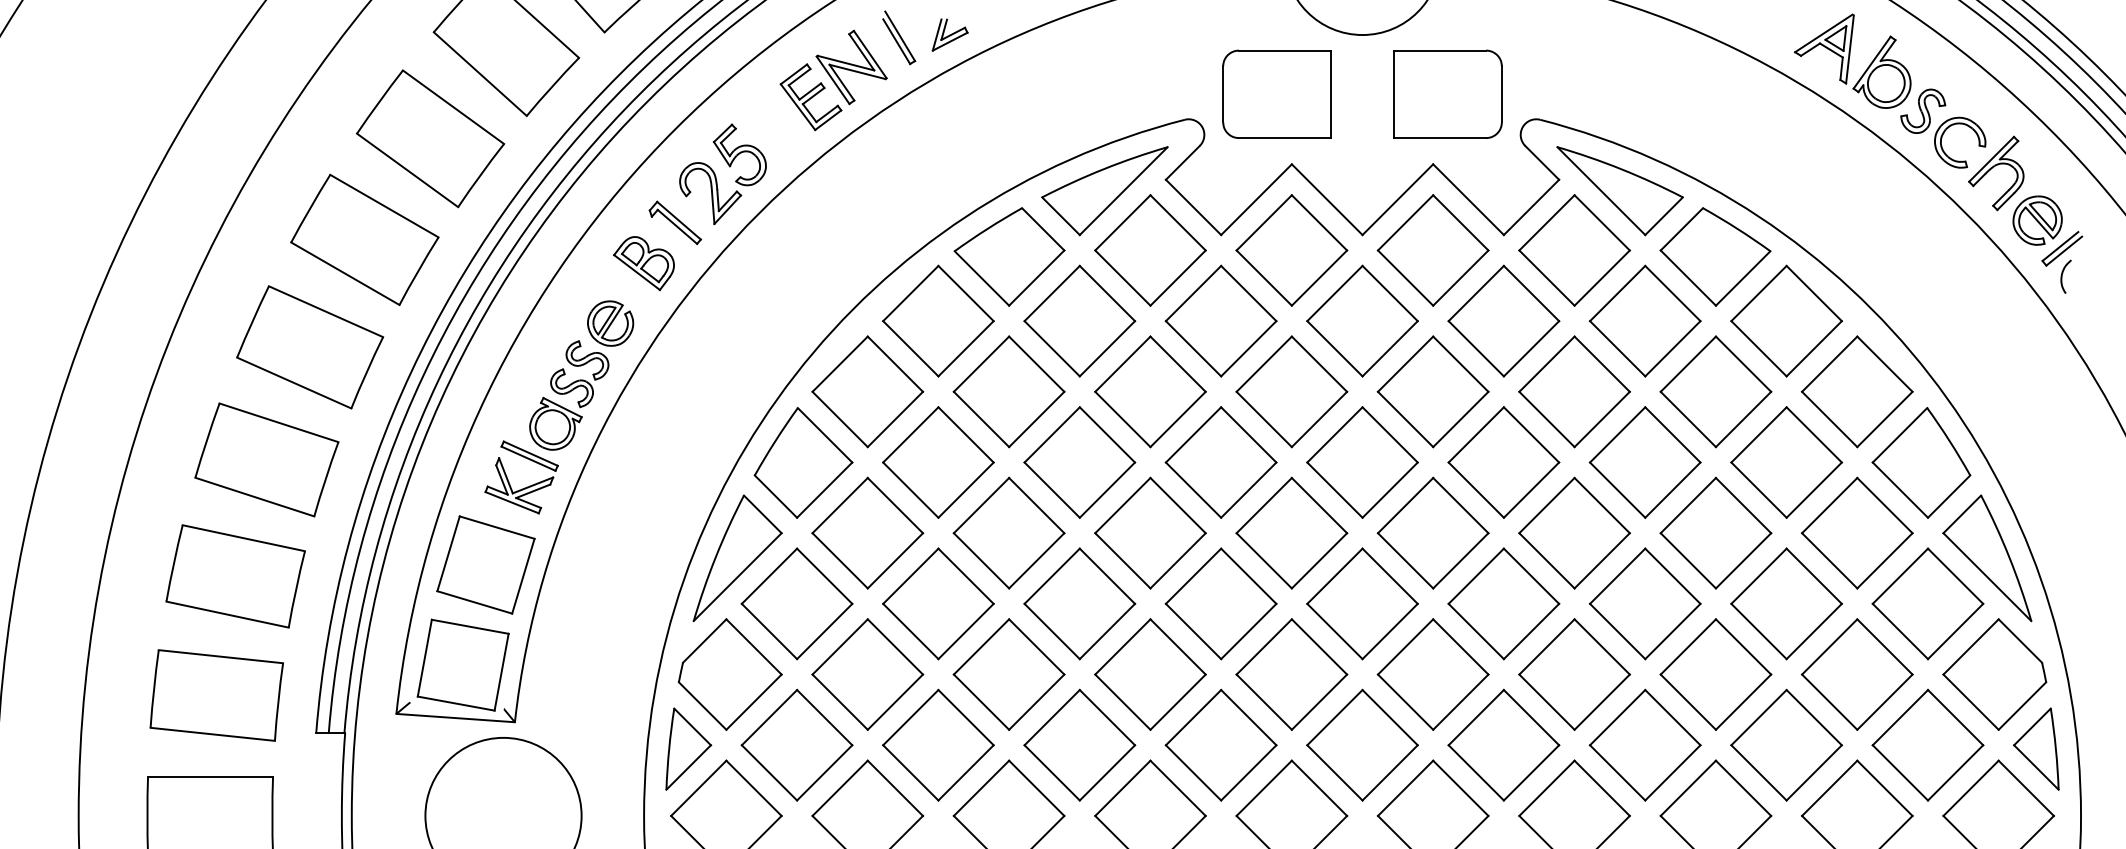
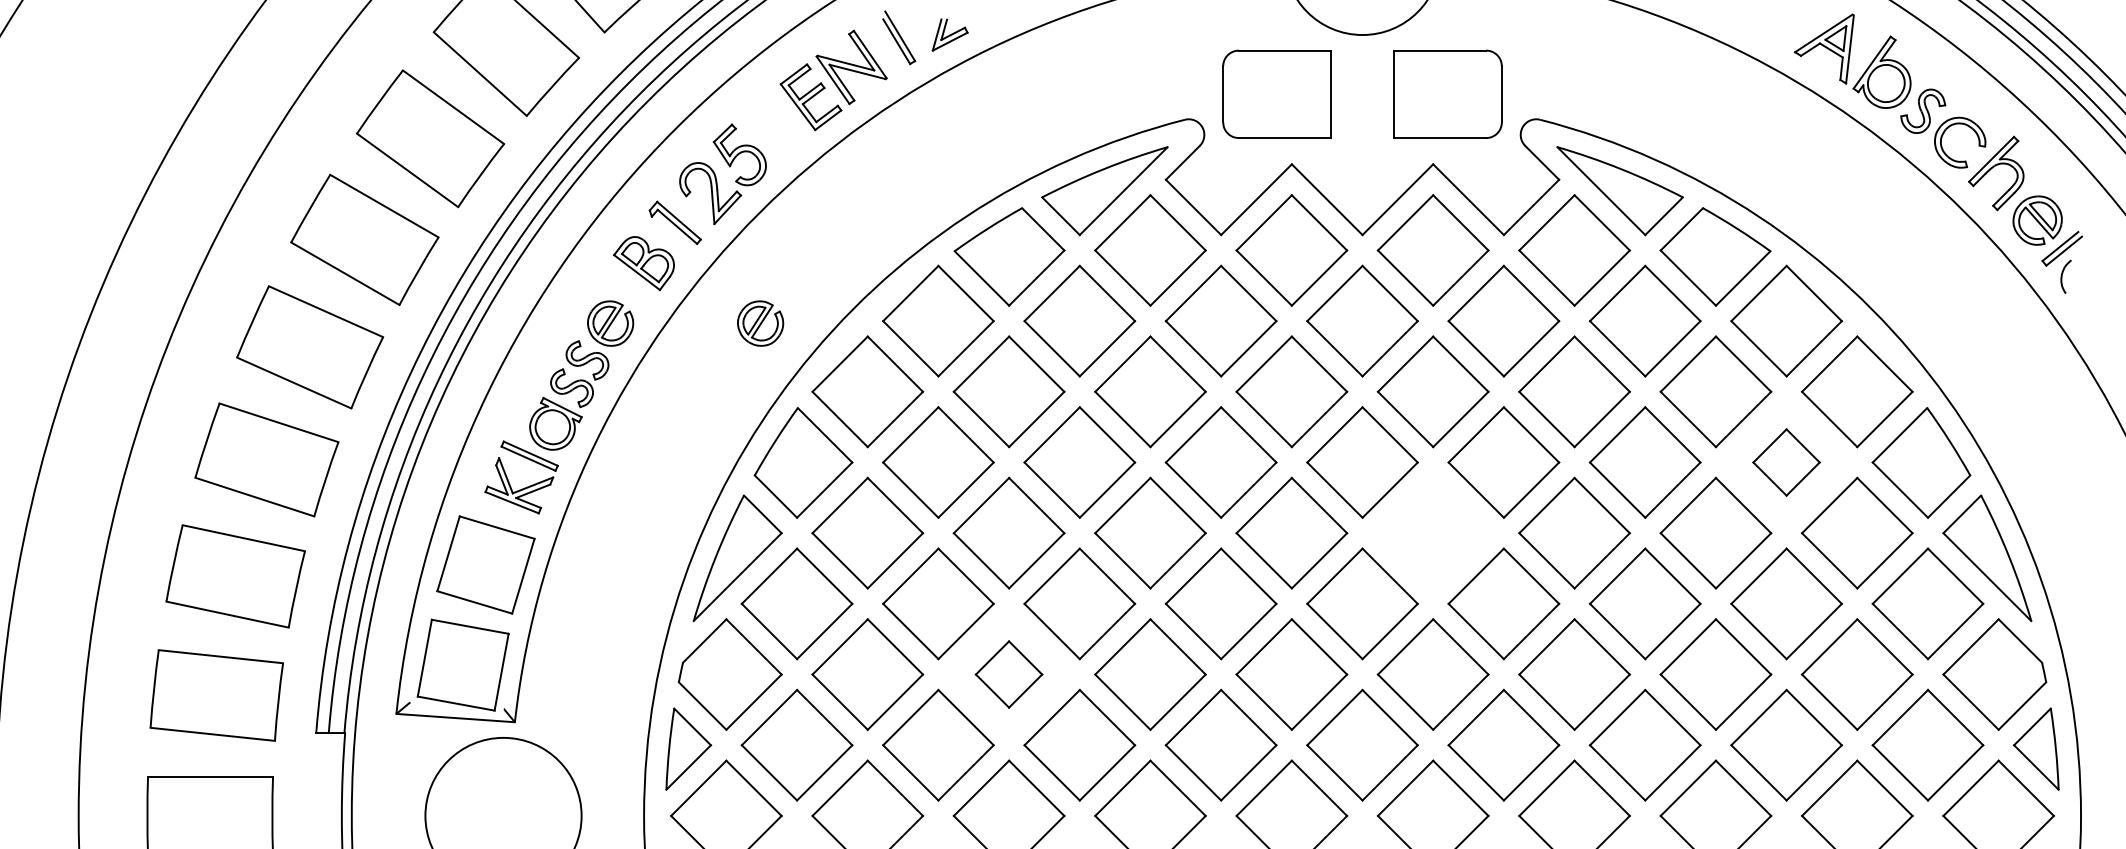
part at (760, 323): none -> present
part at (1786, 462) size: 113x113 px -> 69x69 px
part at (1432, 532): present -> none
part at (1008, 674) size: 114x113 px -> 70x69 px
